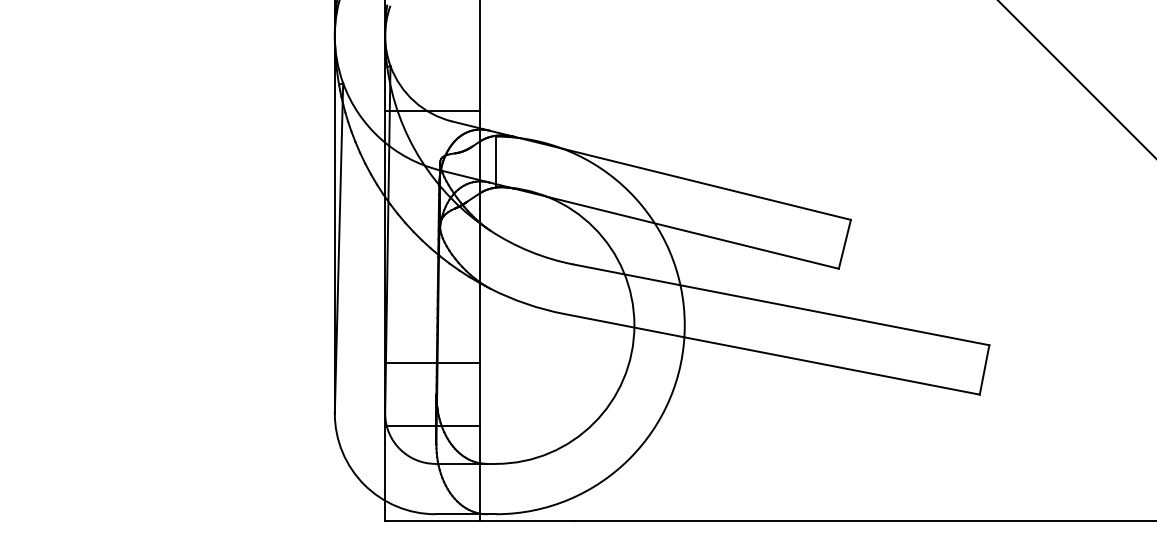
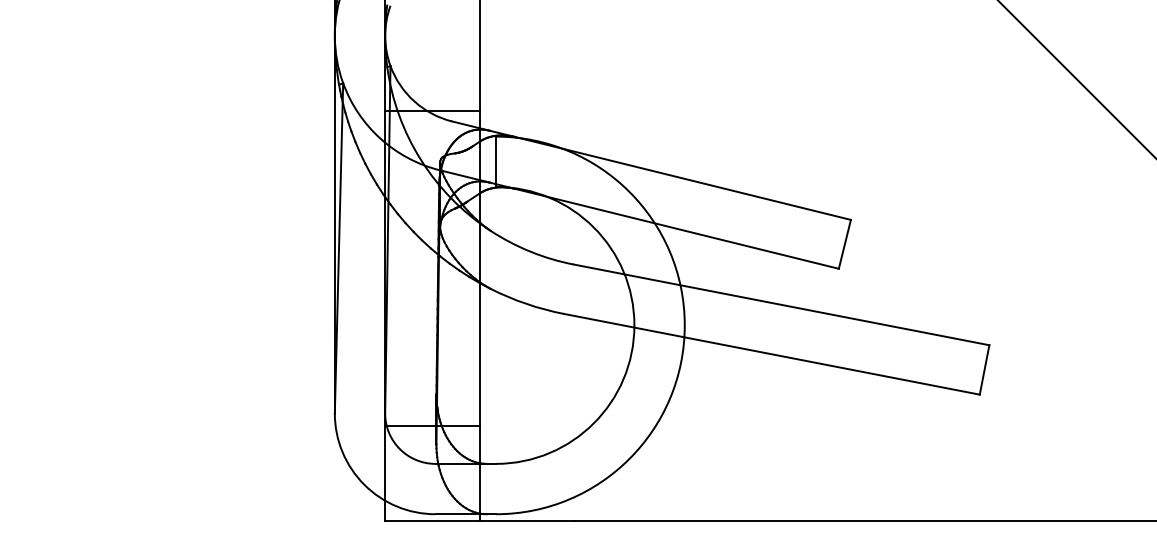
line at (432, 363): present -> none
